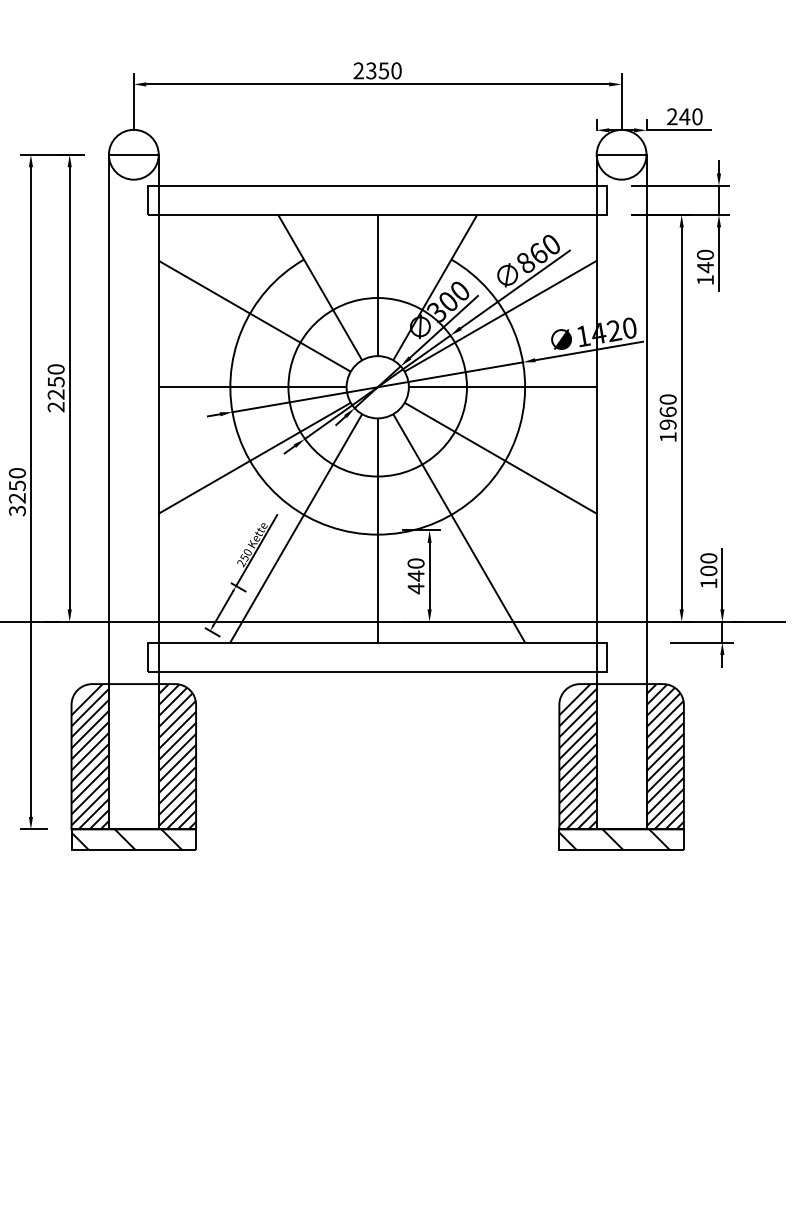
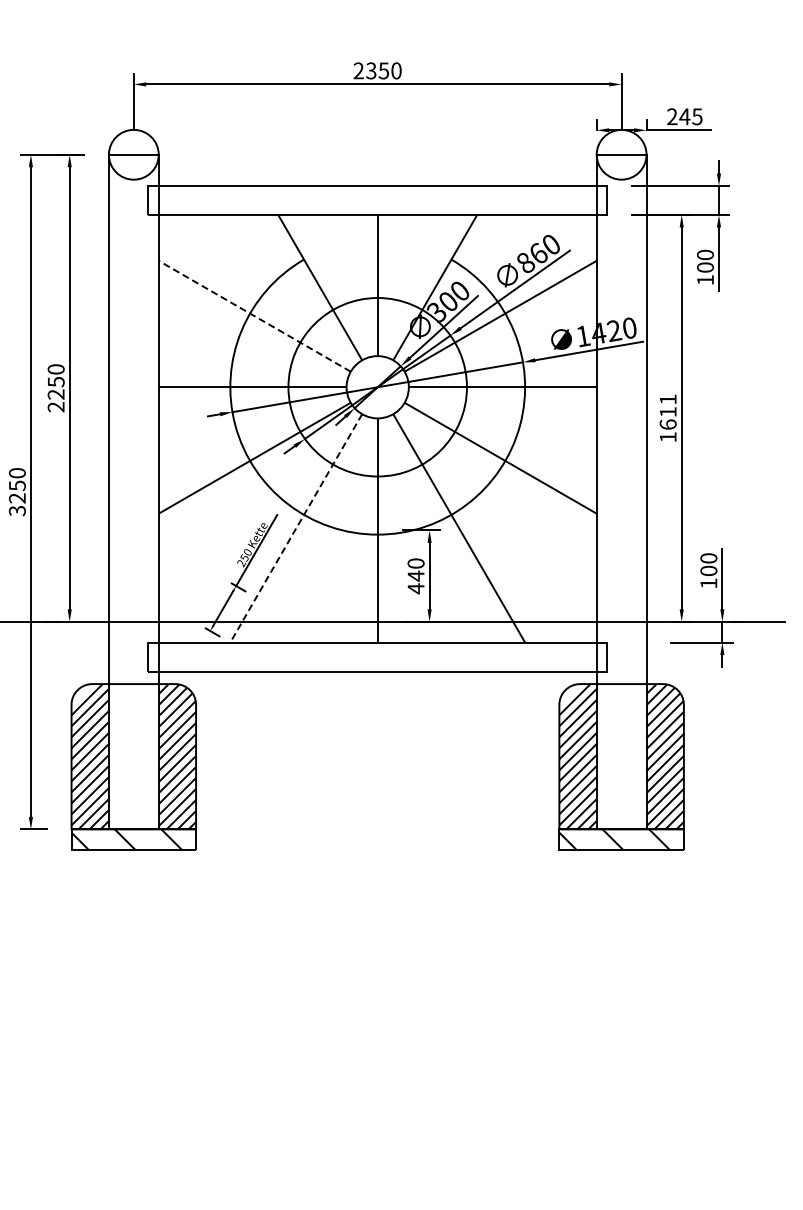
text at (697, 116): 240 -> 245
text at (705, 267): 140 -> 100
line at (254, 316): solid -> dashed
text at (667, 411): 1960 -> 1611
line at (296, 528): solid -> dashed
